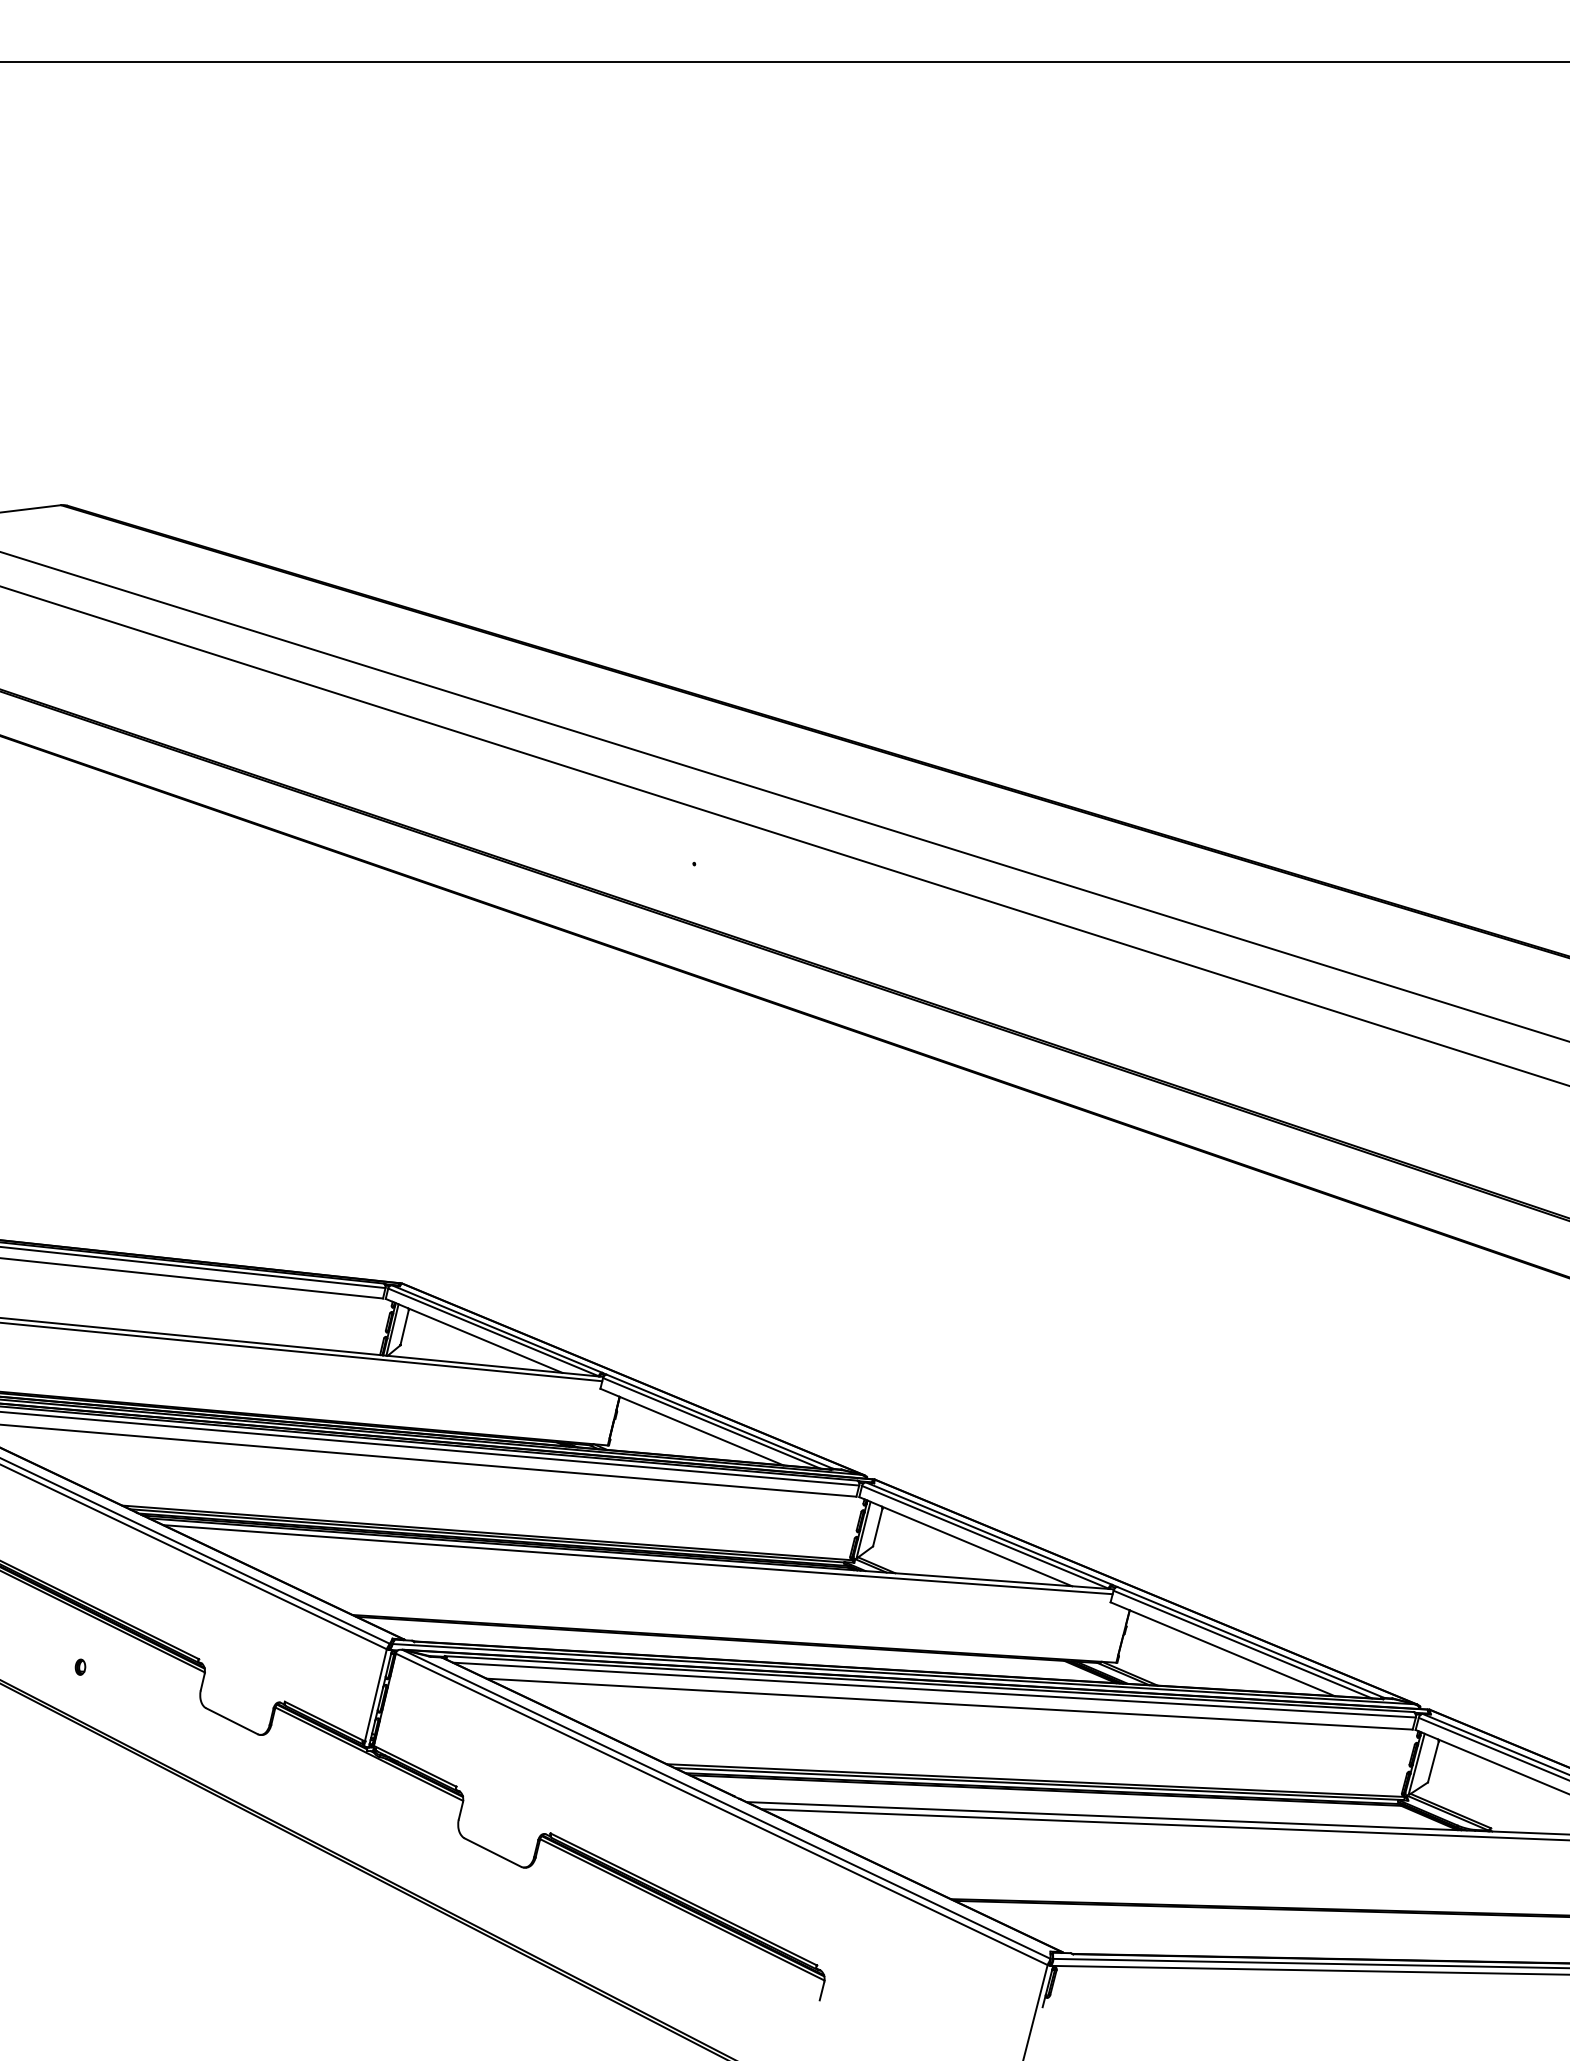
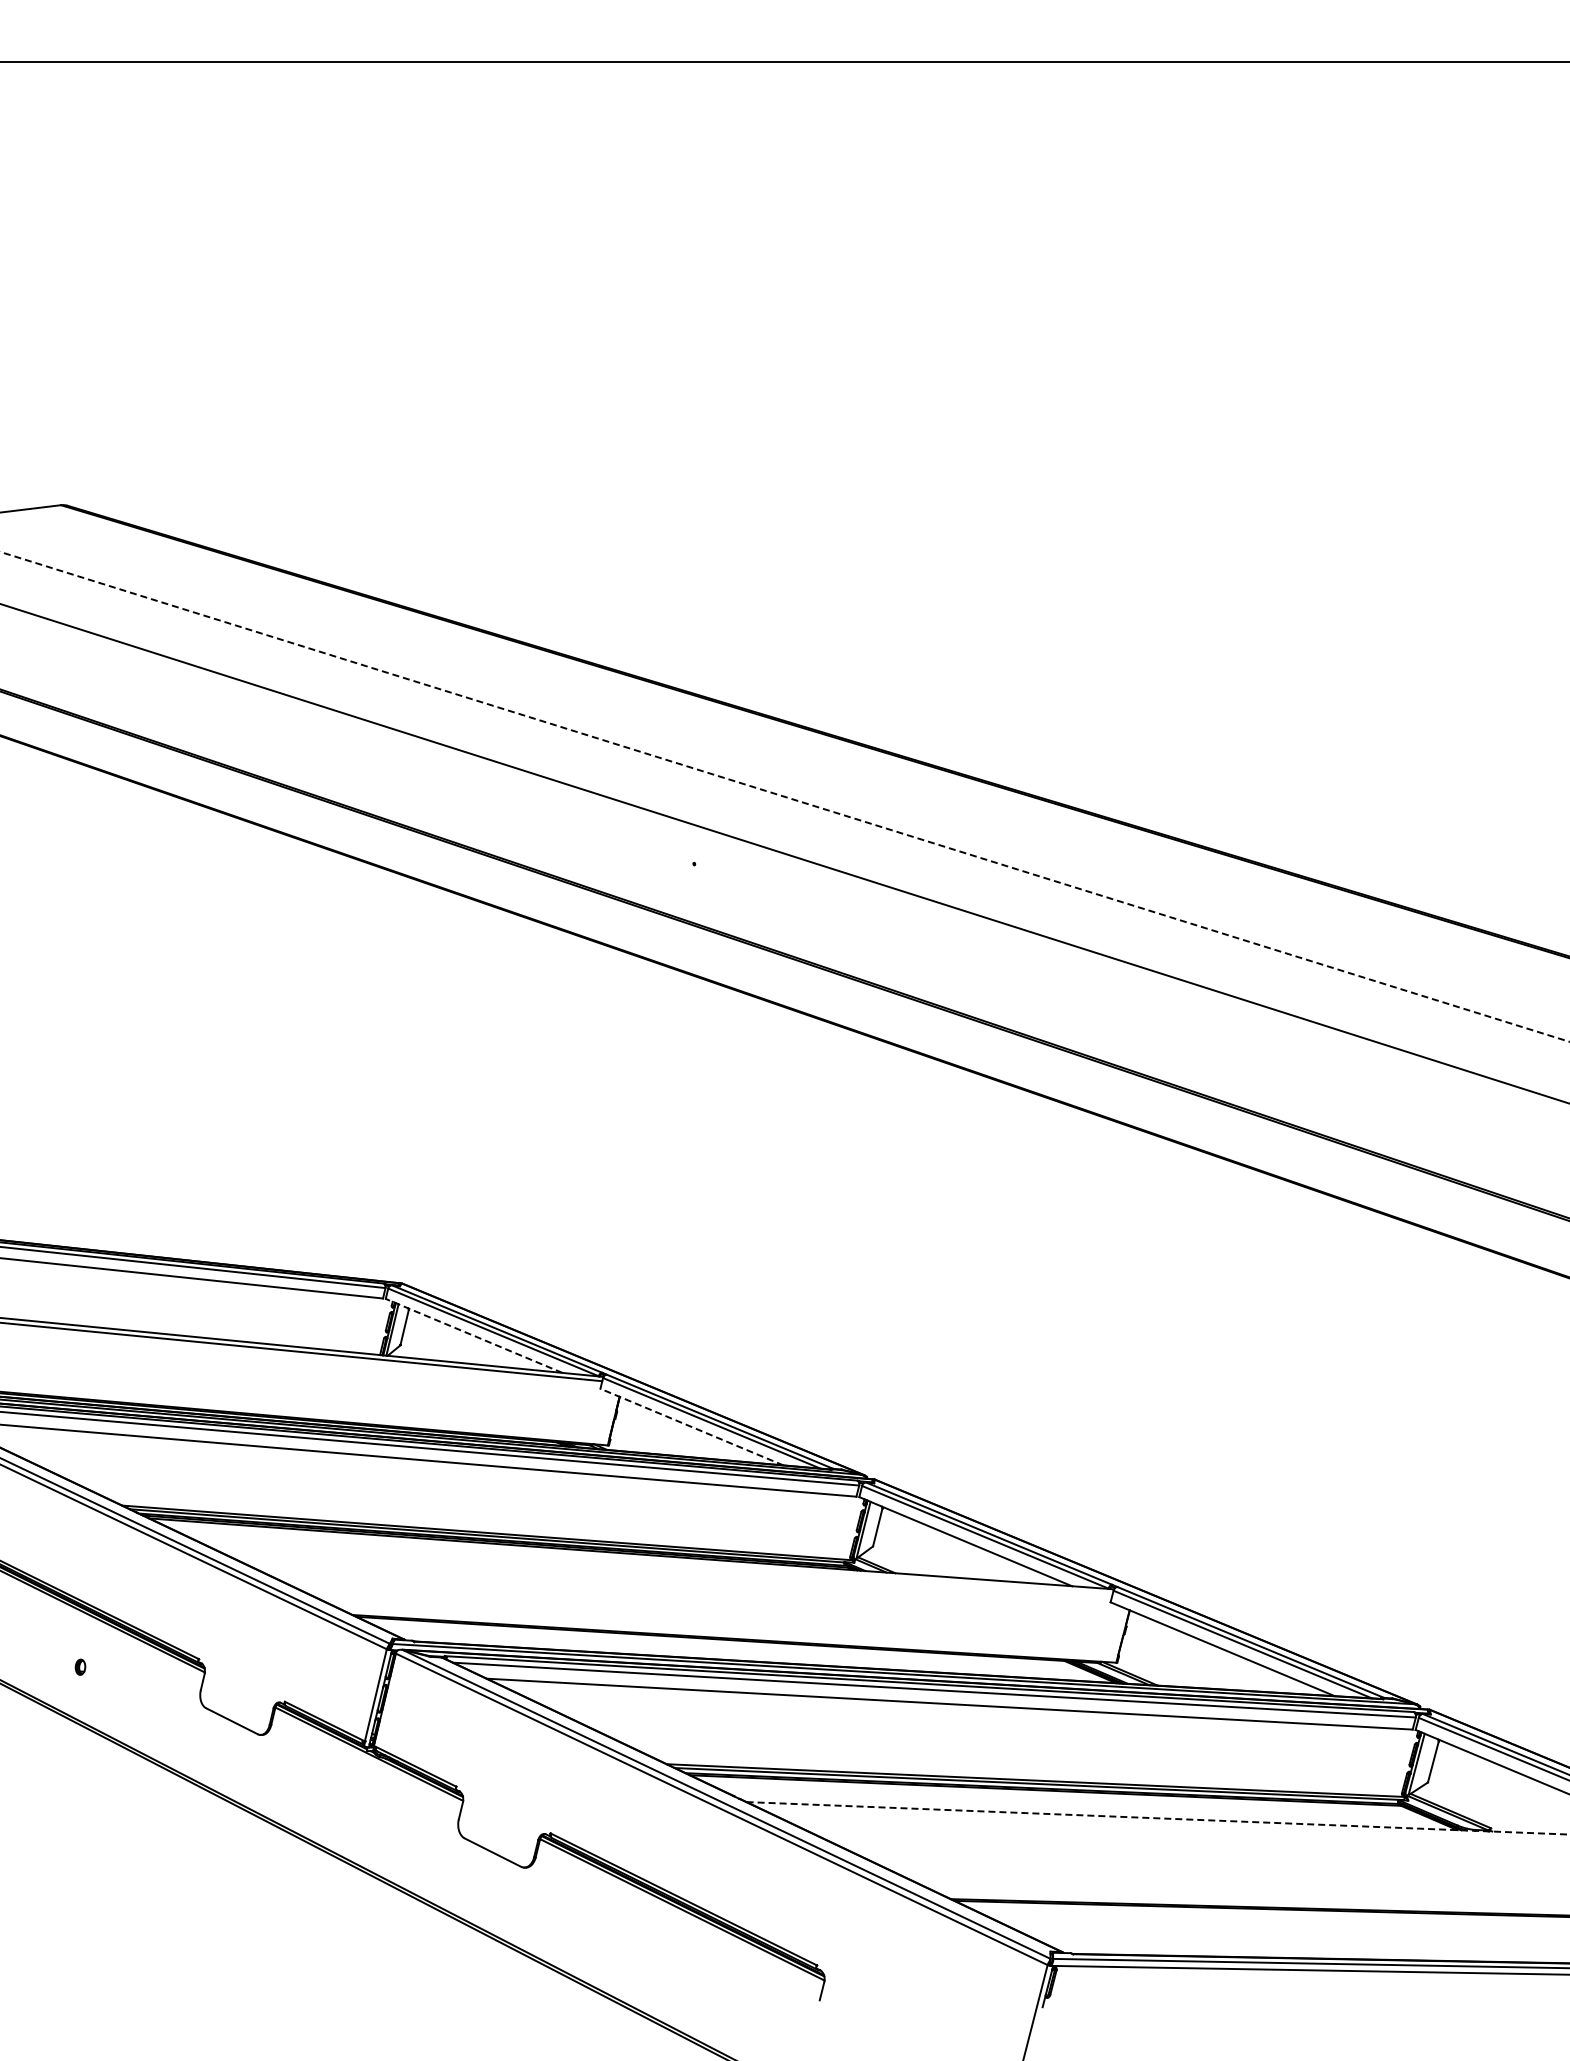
line at (784, 796): solid -> dashed
line at (784, 835) position: (784, 835) -> (784, 853)
line at (474, 1335): solid -> dashed
line at (691, 1426): solid -> dashed
line at (637, 1559): present -> none
line at (1157, 1818): solid -> dashed
line at (1163, 1824): present -> none
